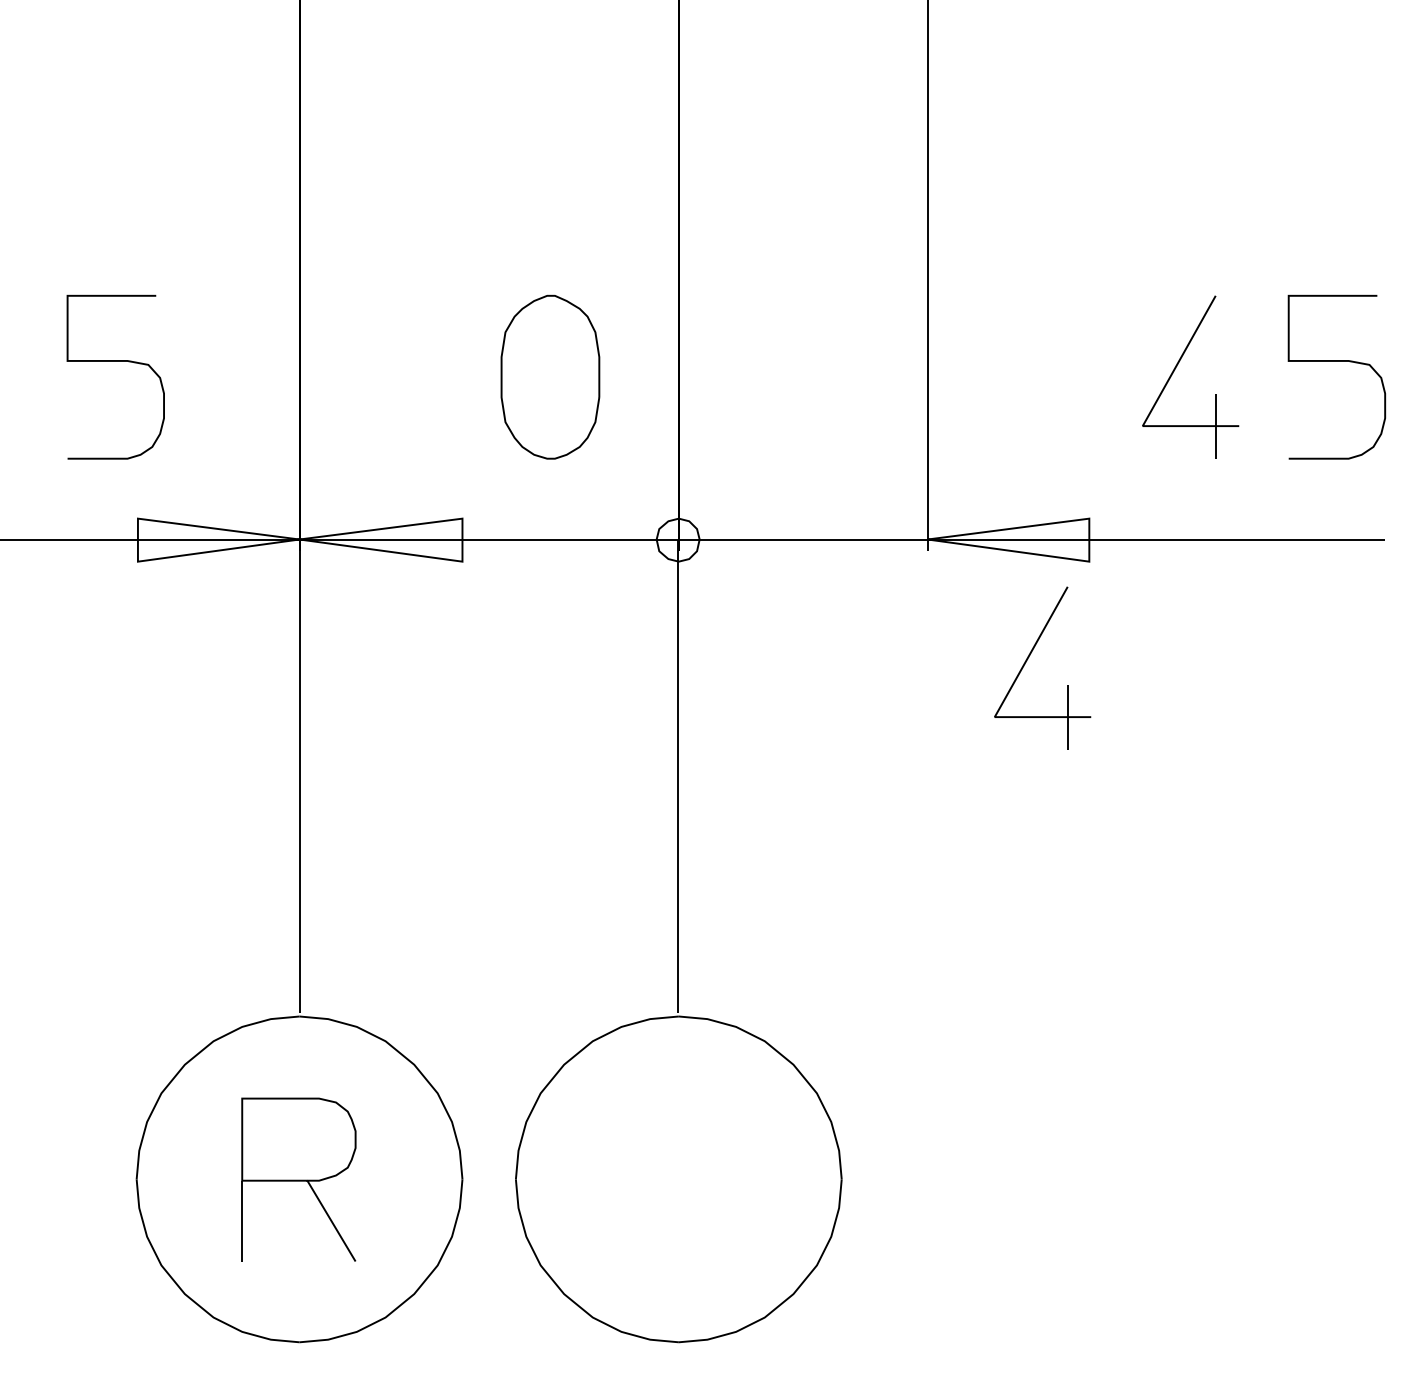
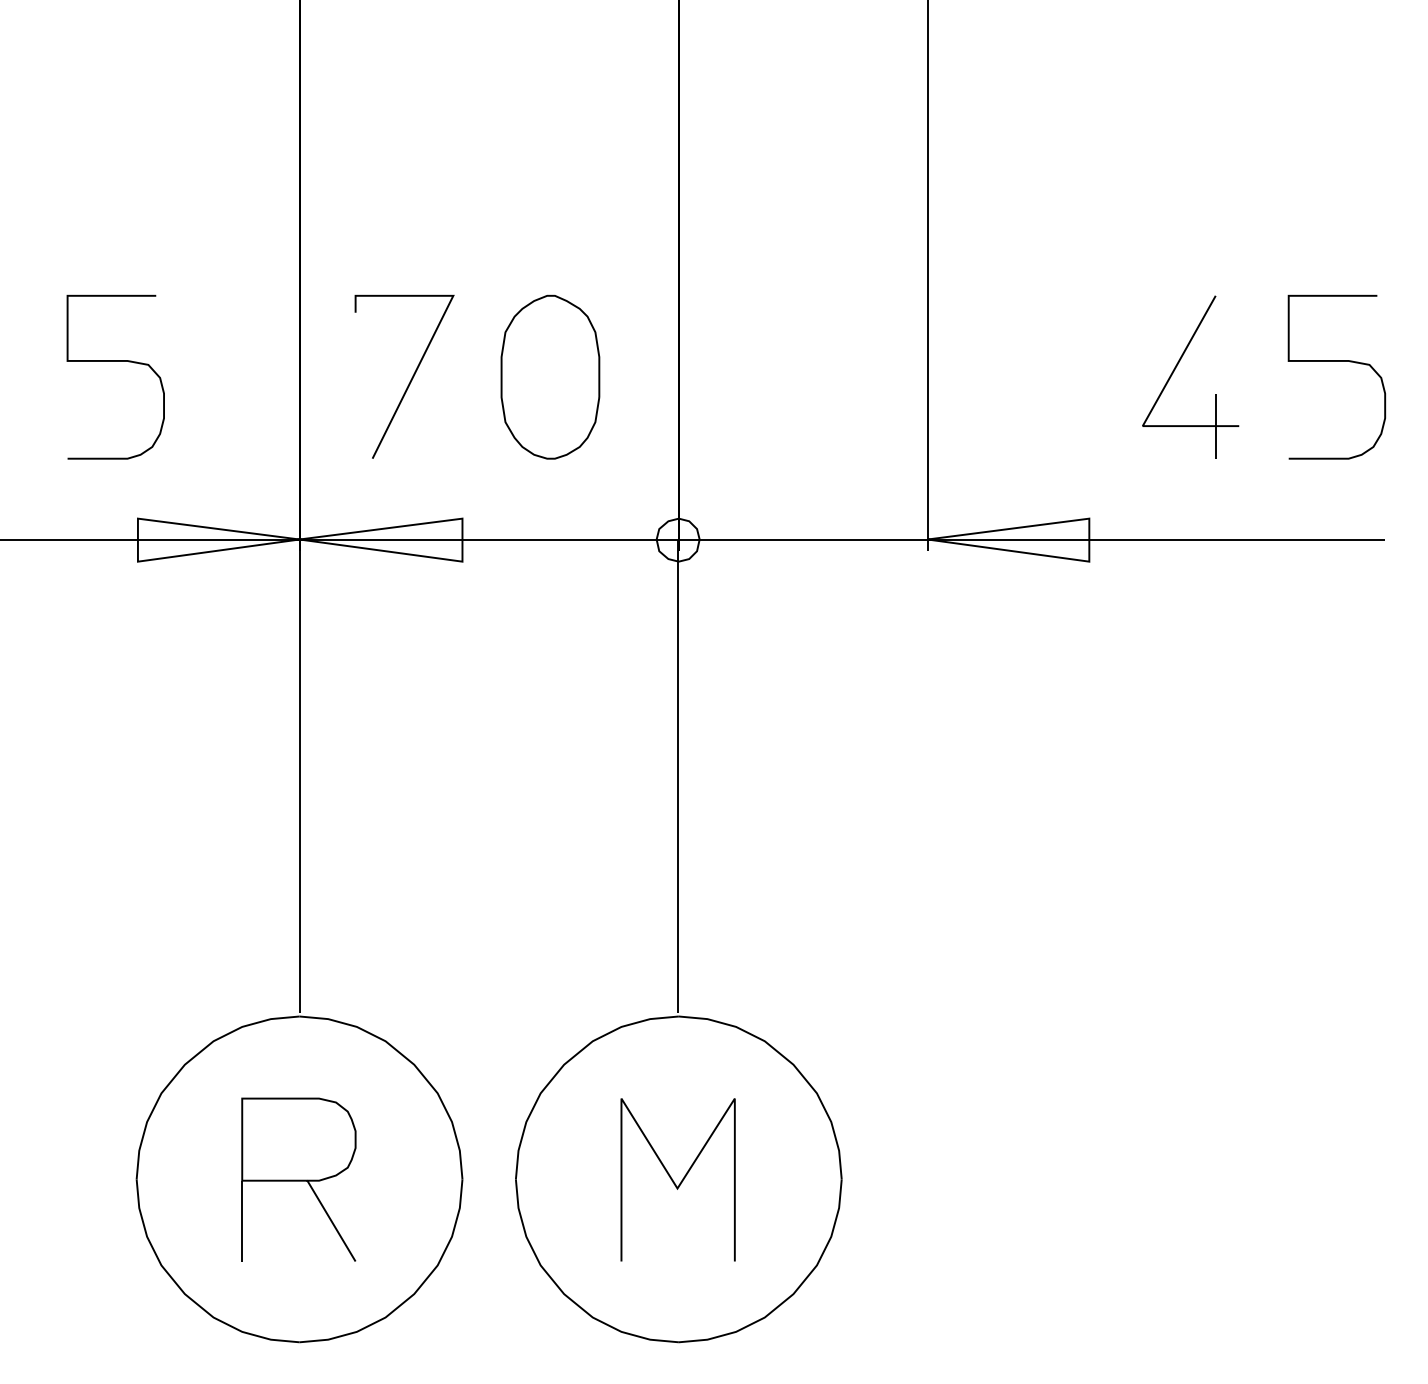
curve at (410, 379): none -> present
part at (1028, 659): present -> none
curve at (674, 1181): none -> present
